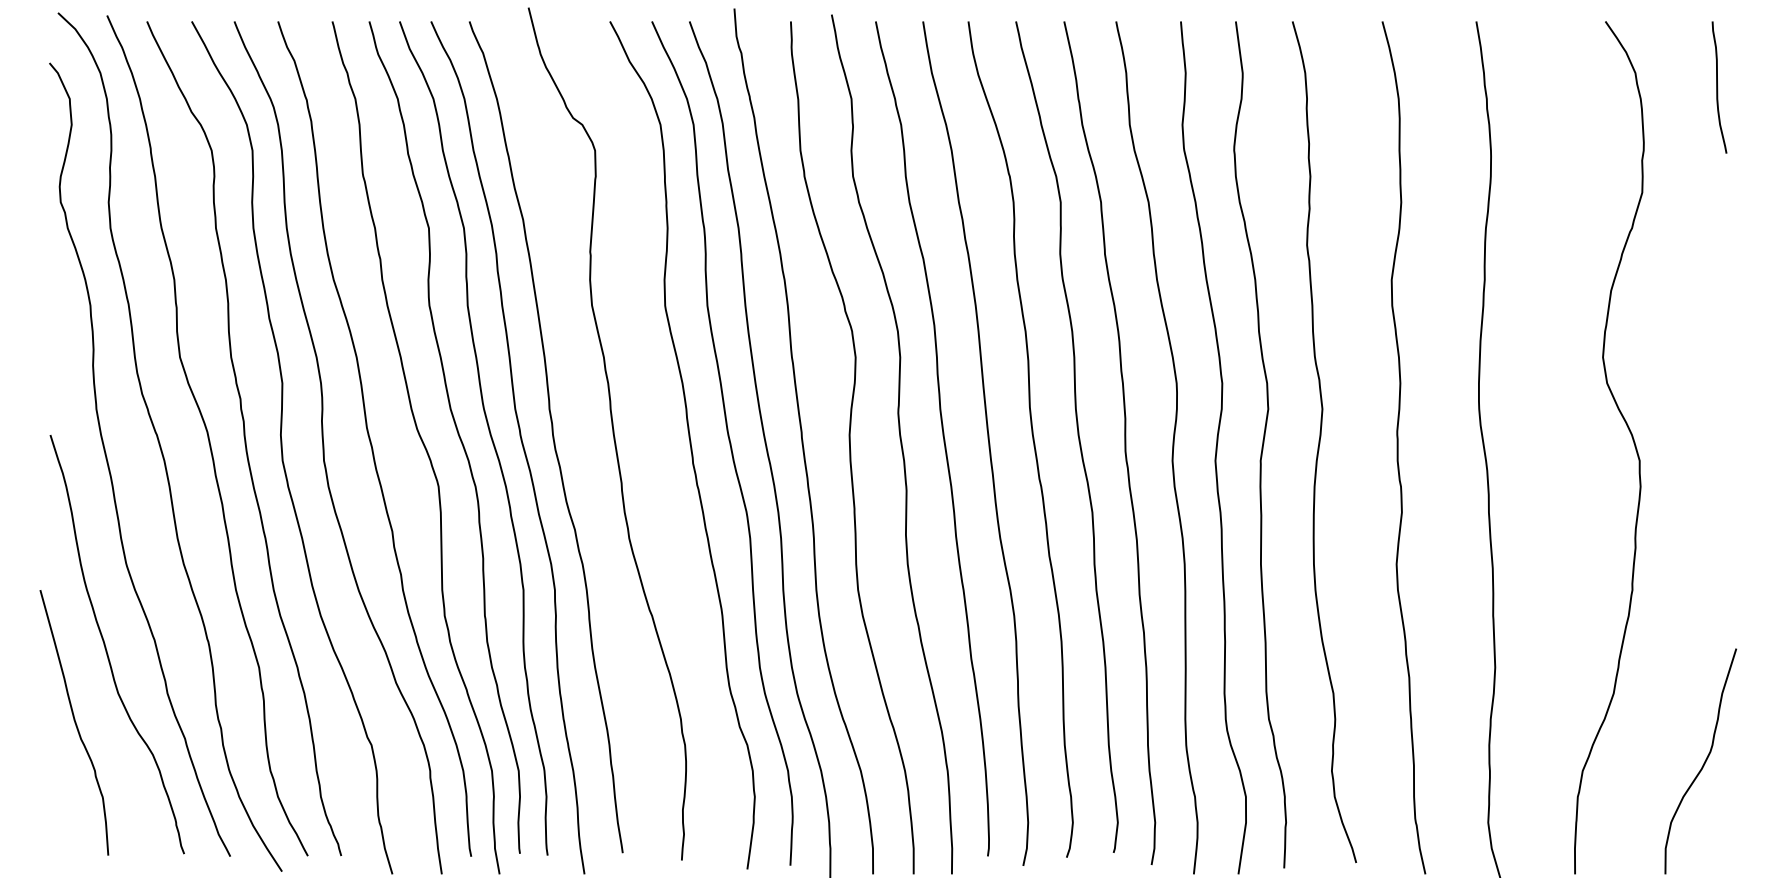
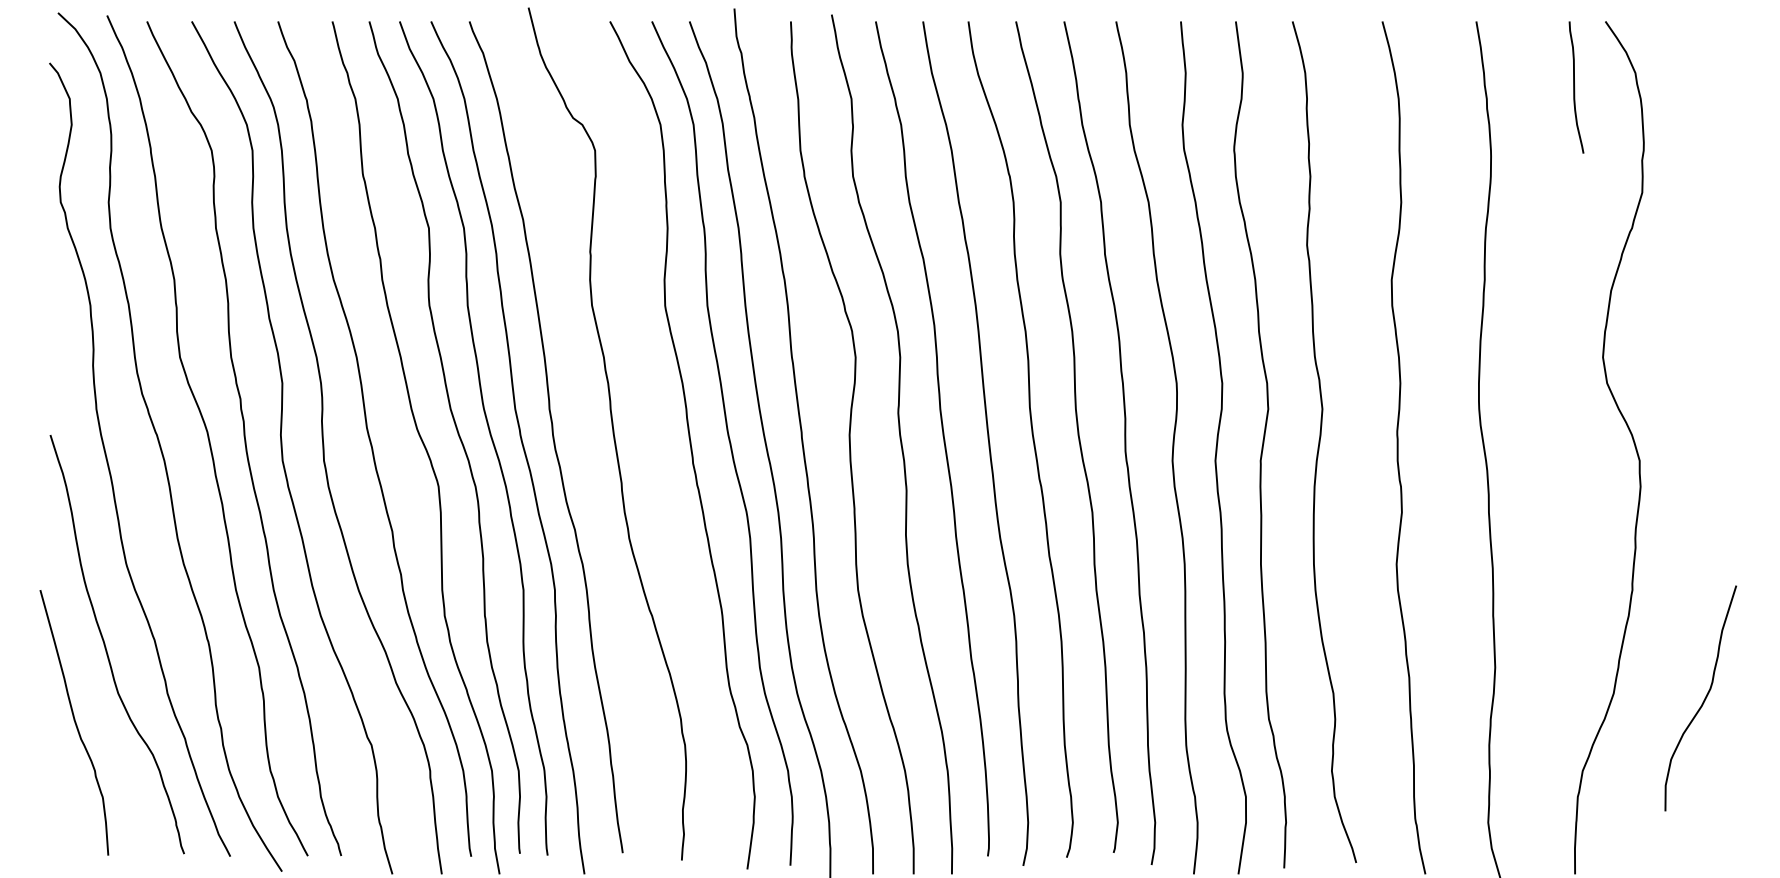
curve at (1718, 87) position: (1718, 87) -> (1575, 87)
curve at (1703, 763) position: (1703, 763) -> (1703, 700)
